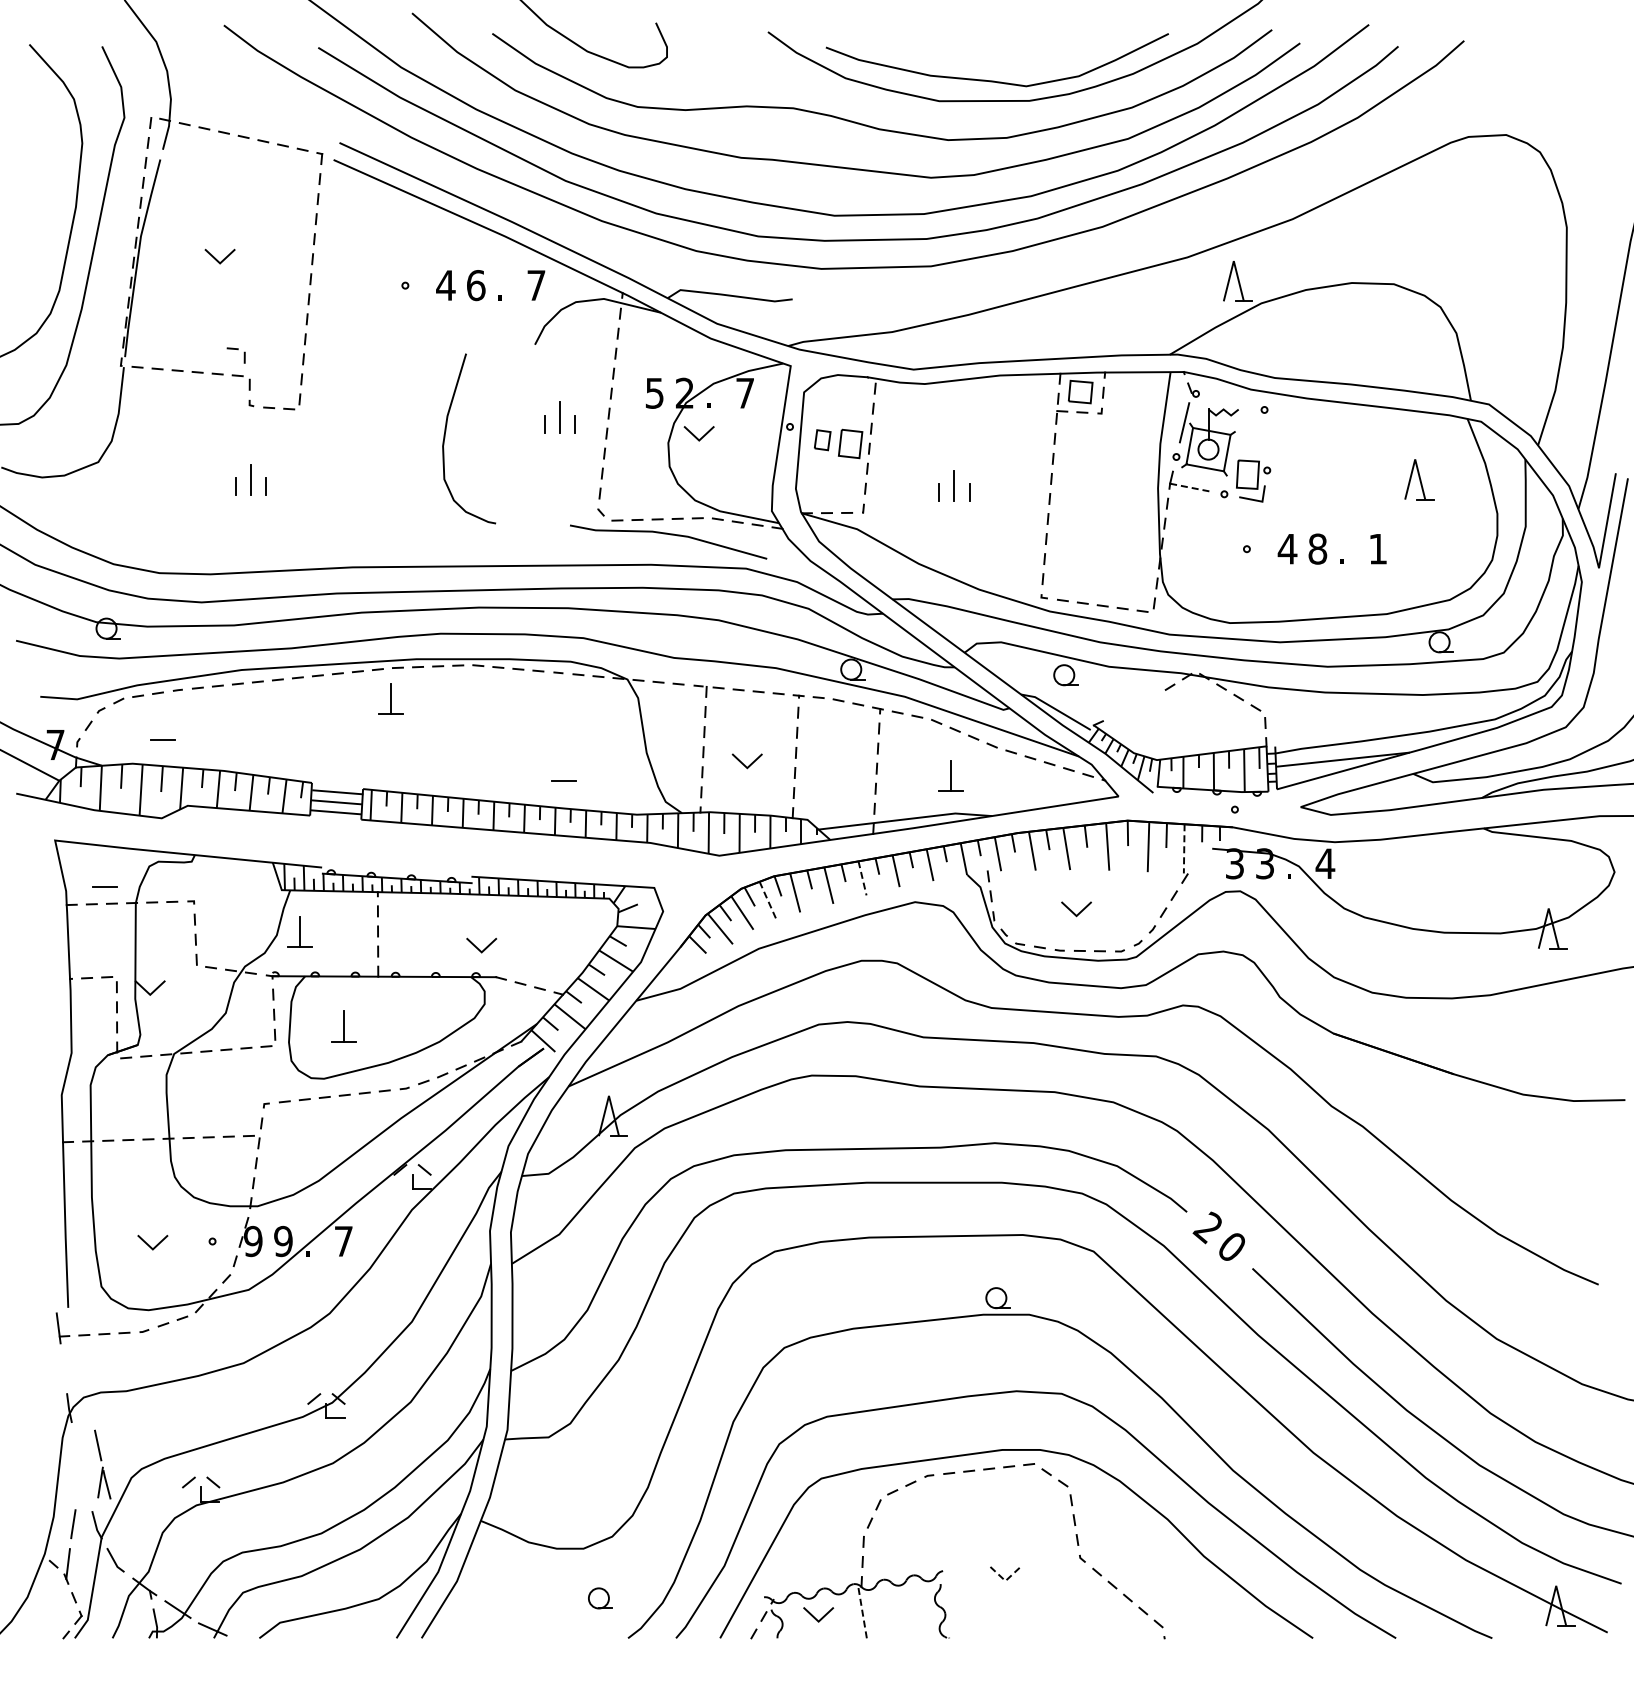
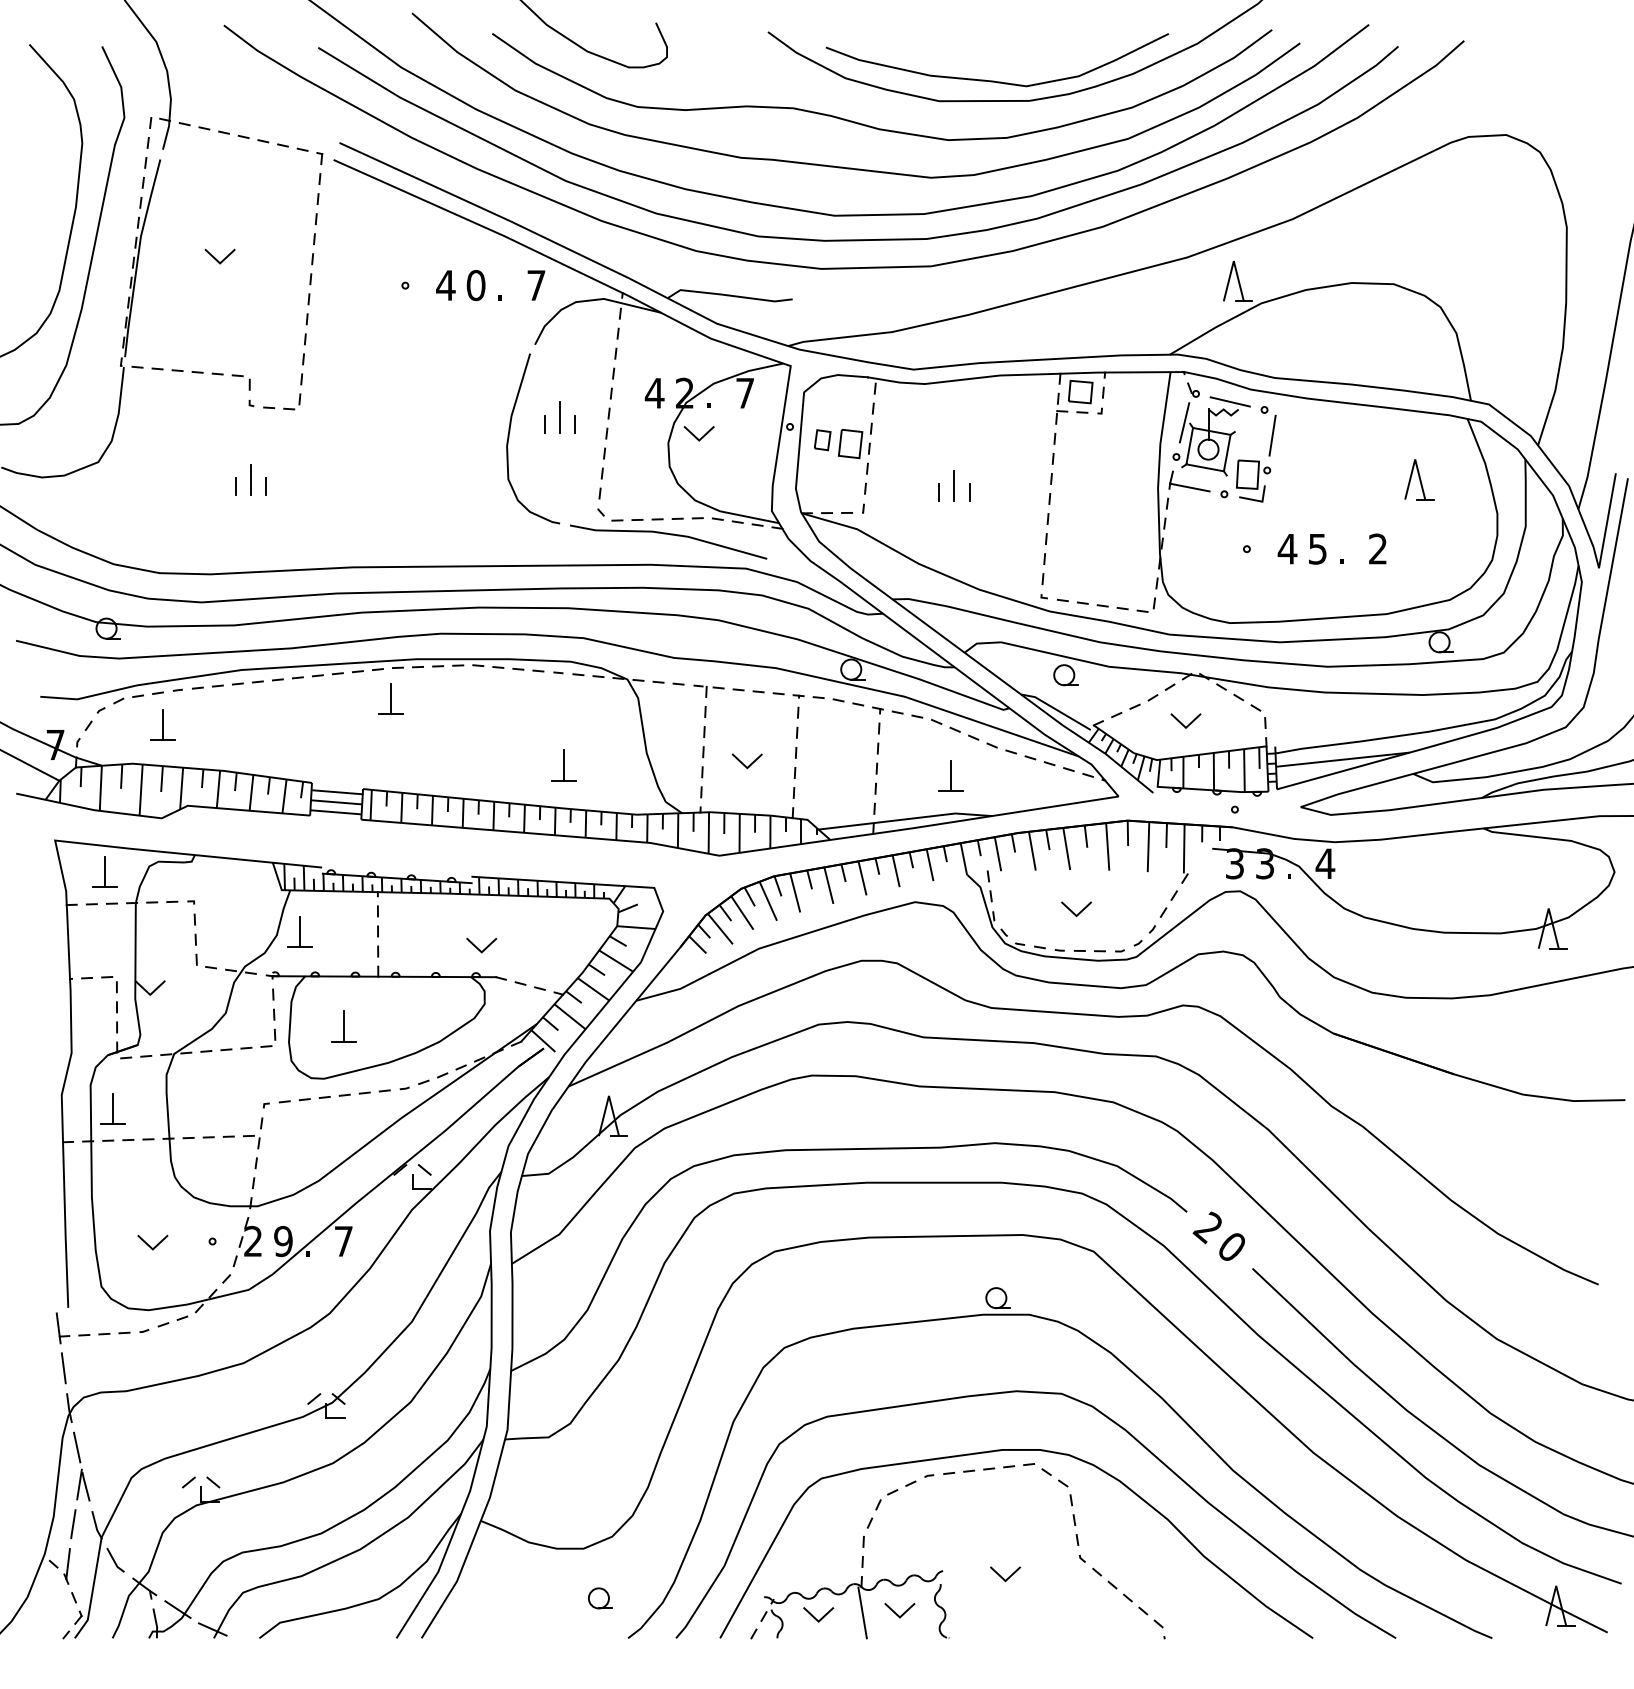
text at (475, 285): 6 -> 0
part at (235, 355): present -> none
text at (654, 393): 5 -> 4
line at (1229, 401): none -> present
line at (1272, 435): none -> present
curve at (445, 438) position: (445, 438) -> (509, 438)
line at (1190, 487): dashed -> solid
text at (1317, 548): 8 -> 5
text at (1377, 548): 1 -> 2
part at (1134, 706): none -> present
line at (1182, 723): none -> present
line at (163, 725): none -> present
line at (563, 765): none -> present
line at (1184, 848): dashed -> solid
line at (105, 871): none -> present
line at (862, 878): dashed -> solid
line at (768, 901): dashed -> solid
part at (112, 1108): none -> present
text at (253, 1241): 9 -> 2
line at (63, 1368): none -> present
part at (102, 1464) position: (102, 1464) -> (81, 1466)
line at (1005, 1581): dashed -> solid
line at (862, 1612): dashed -> solid
line at (896, 1612): none -> present
